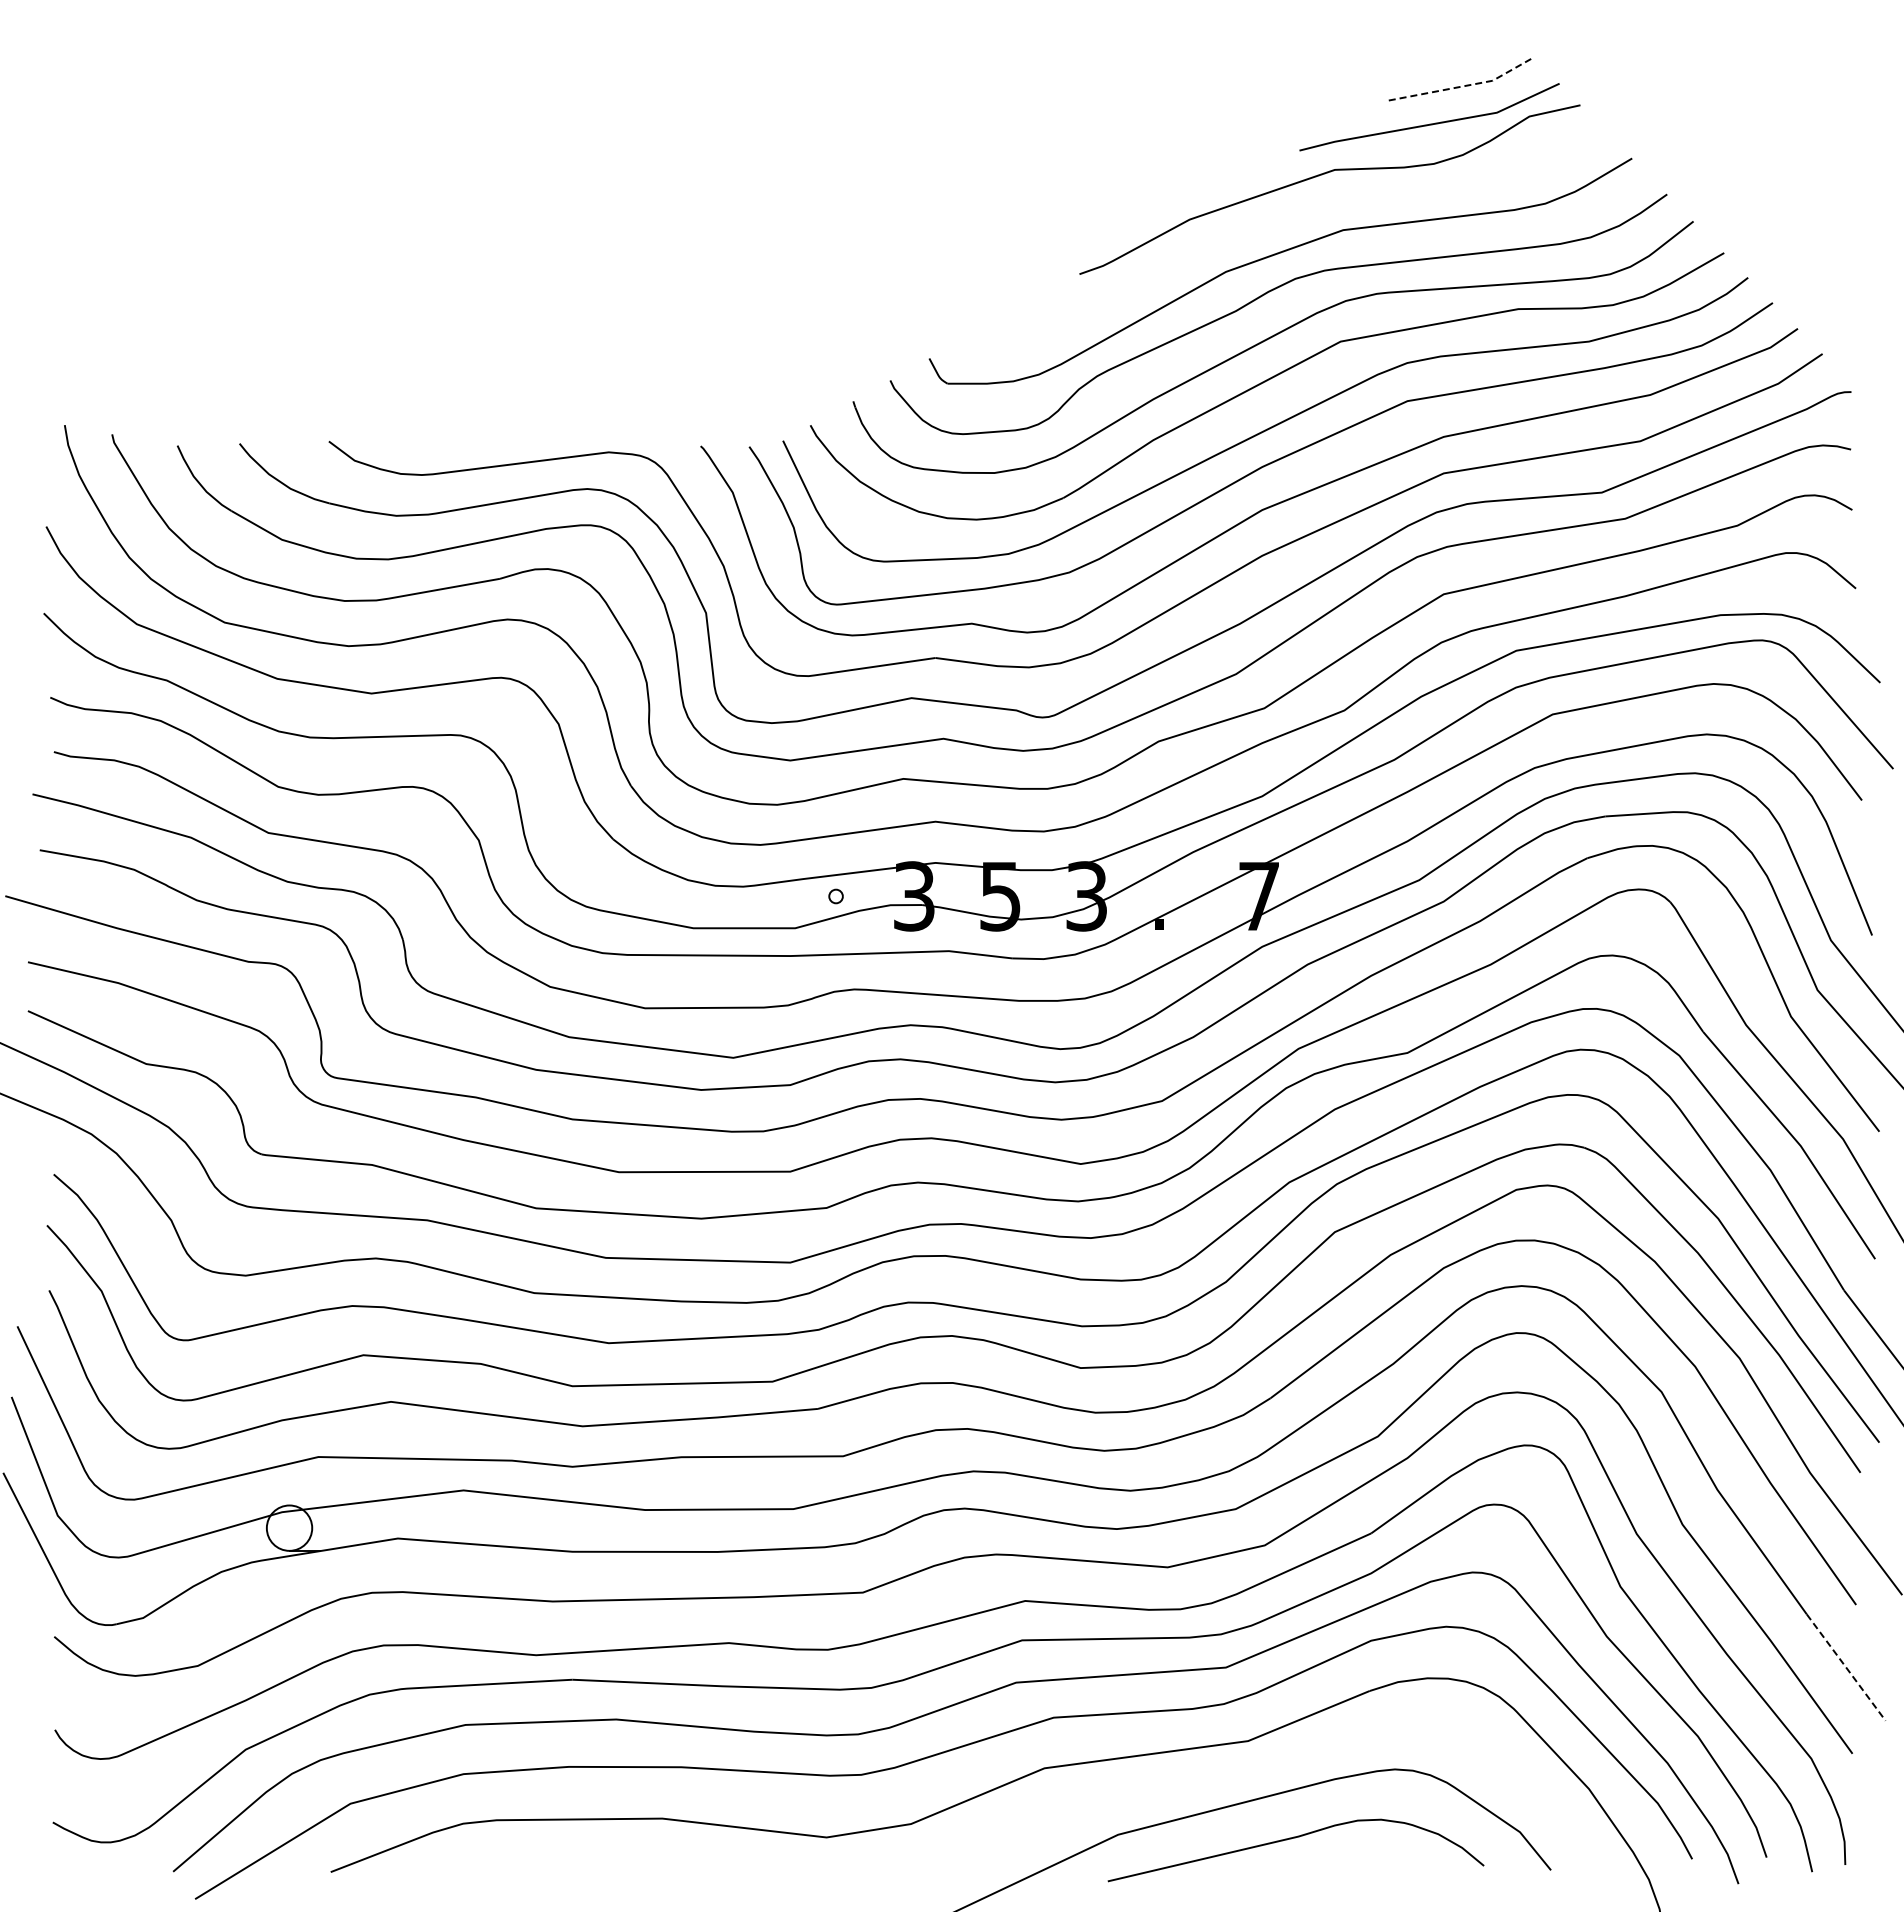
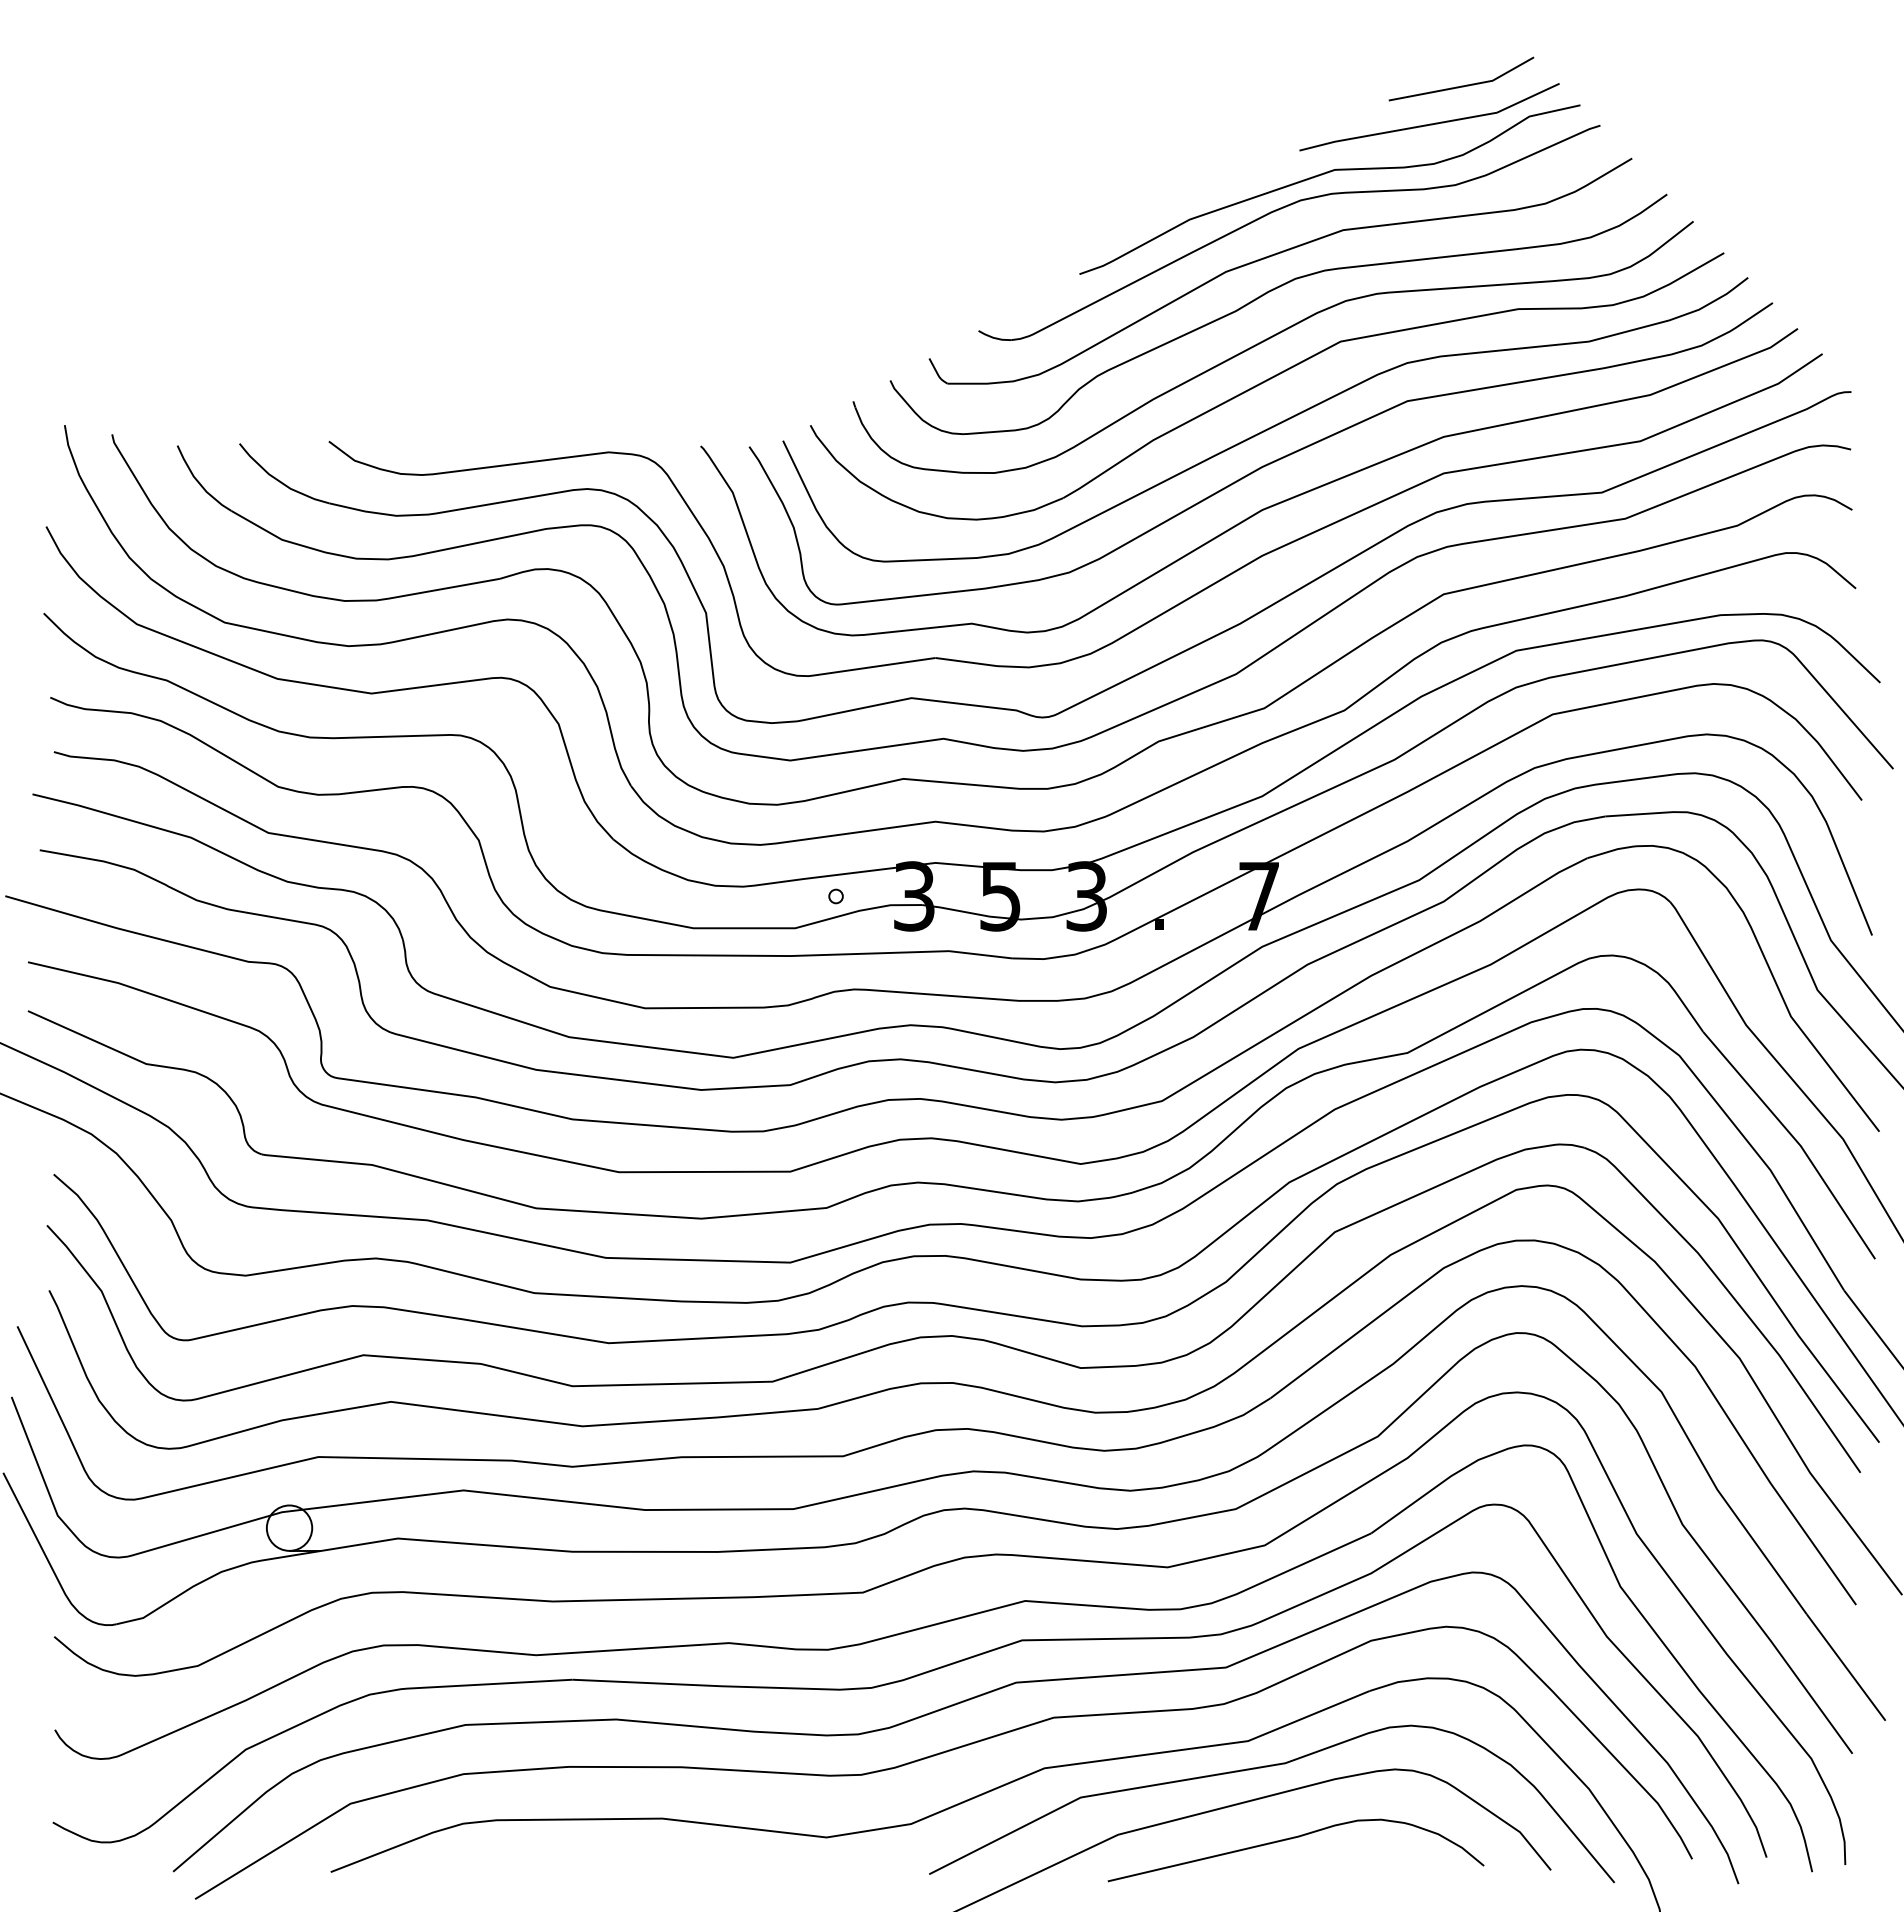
line at (1465, 86): dashed -> solid
part at (1281, 209): none -> present
line at (1846, 1667): dashed -> solid
curve at (1267, 1767): none -> present
